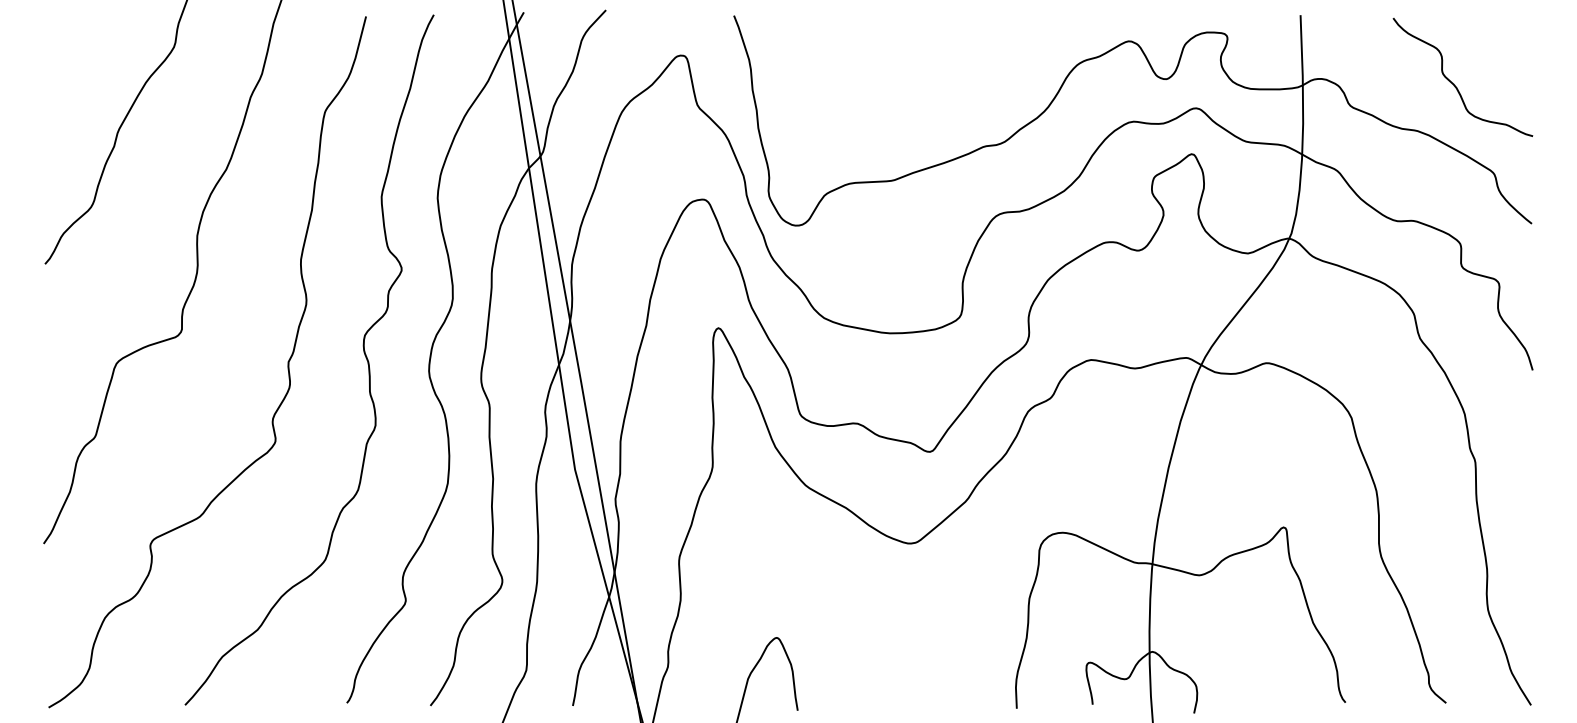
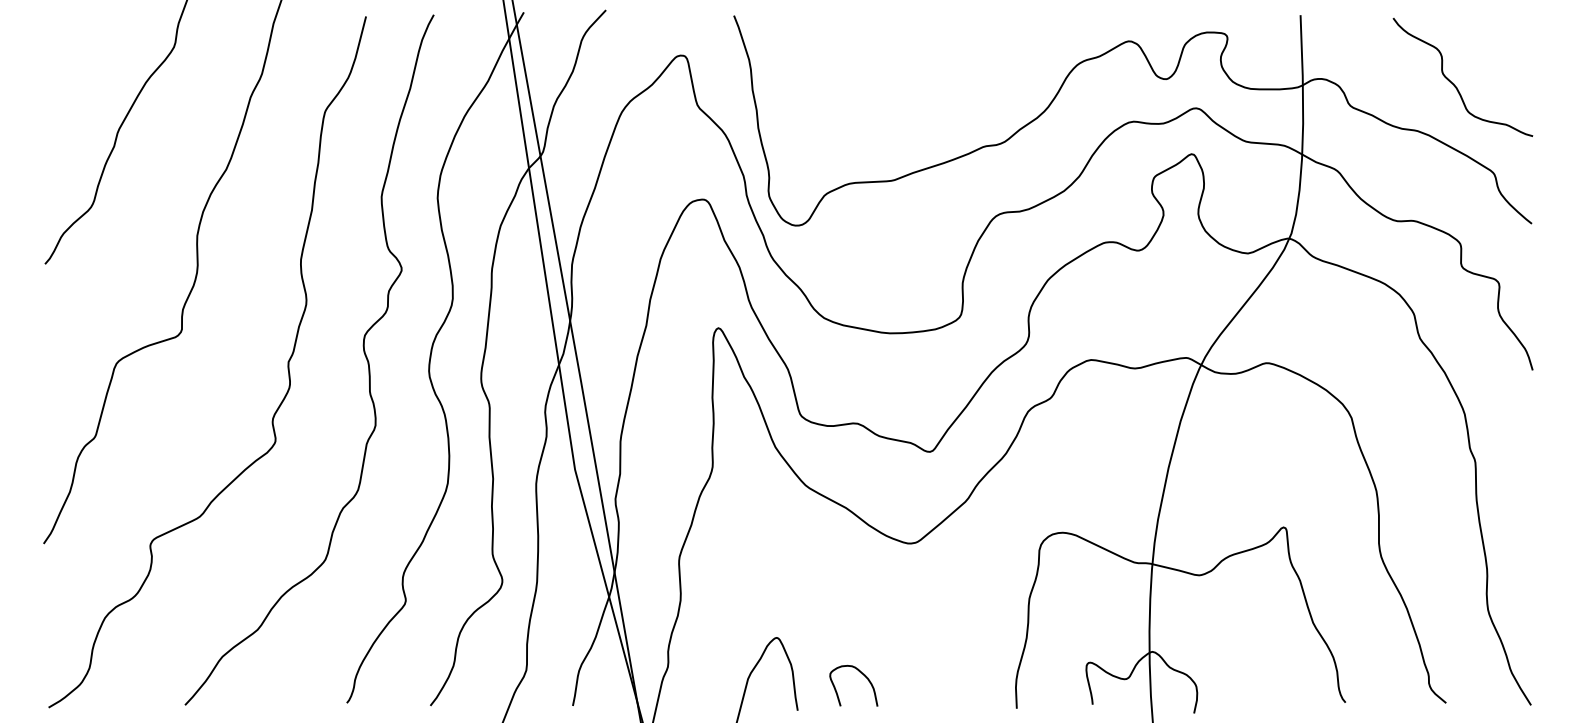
curve at (860, 673): none -> present
